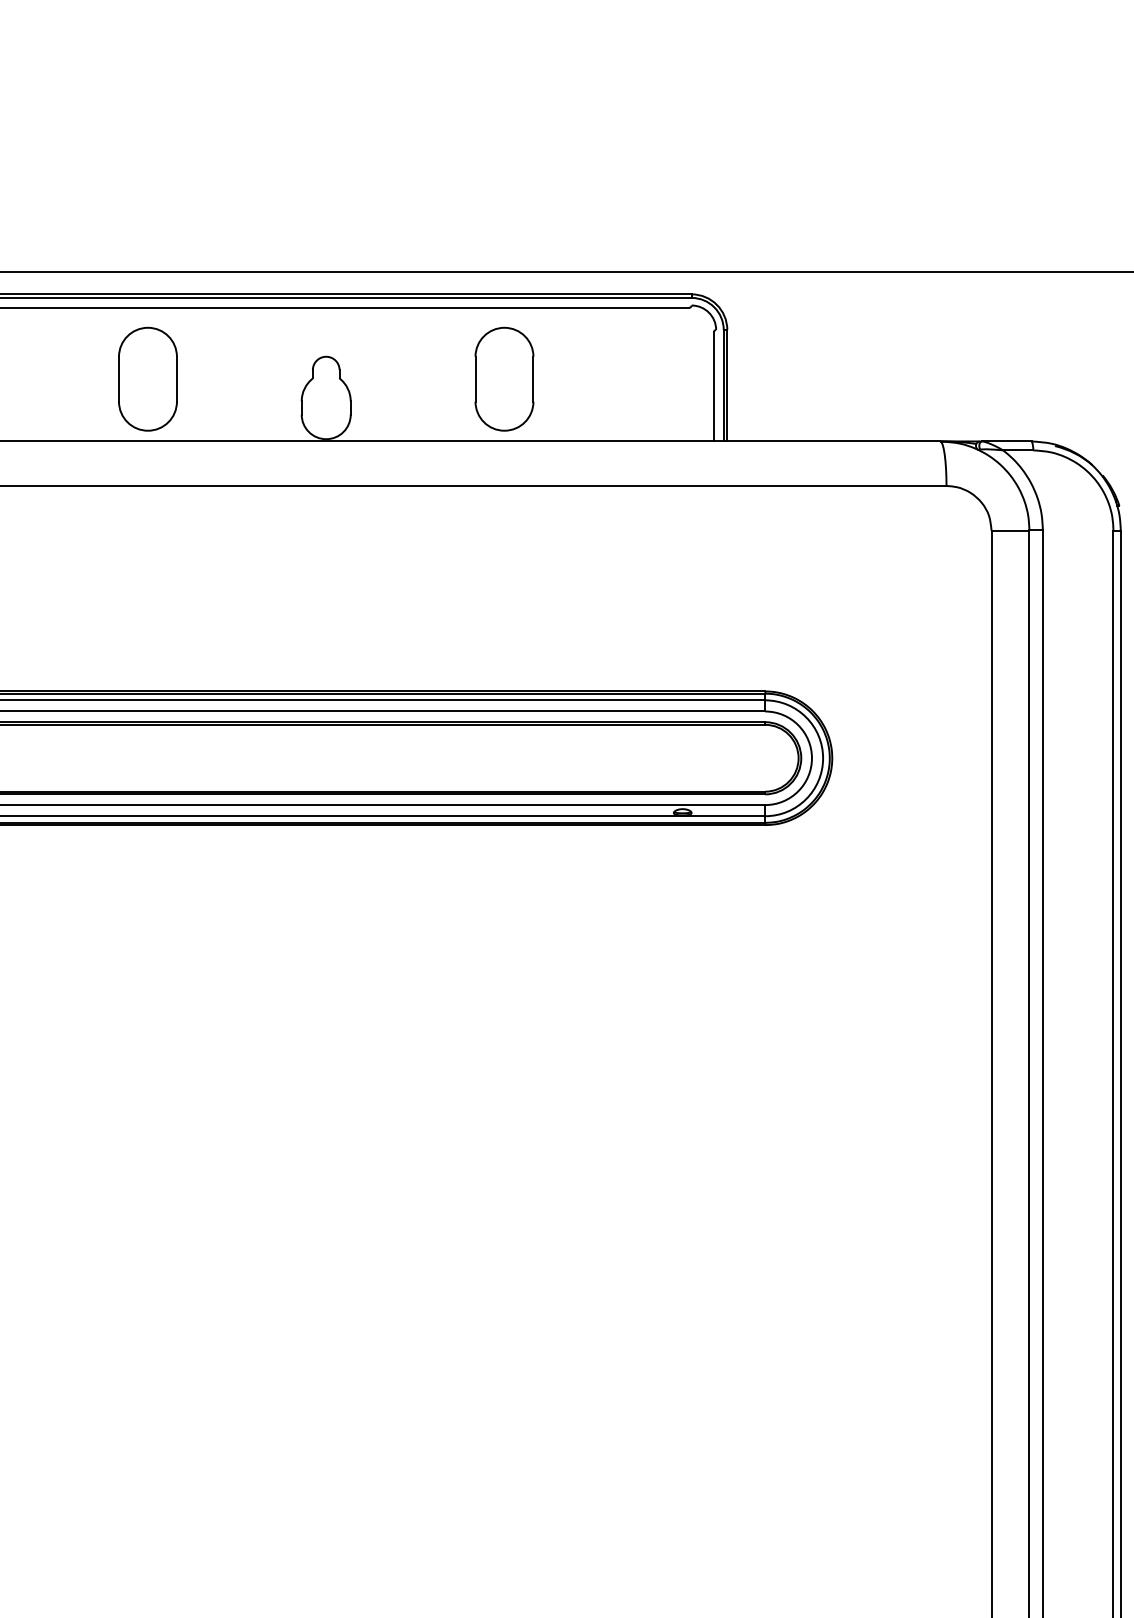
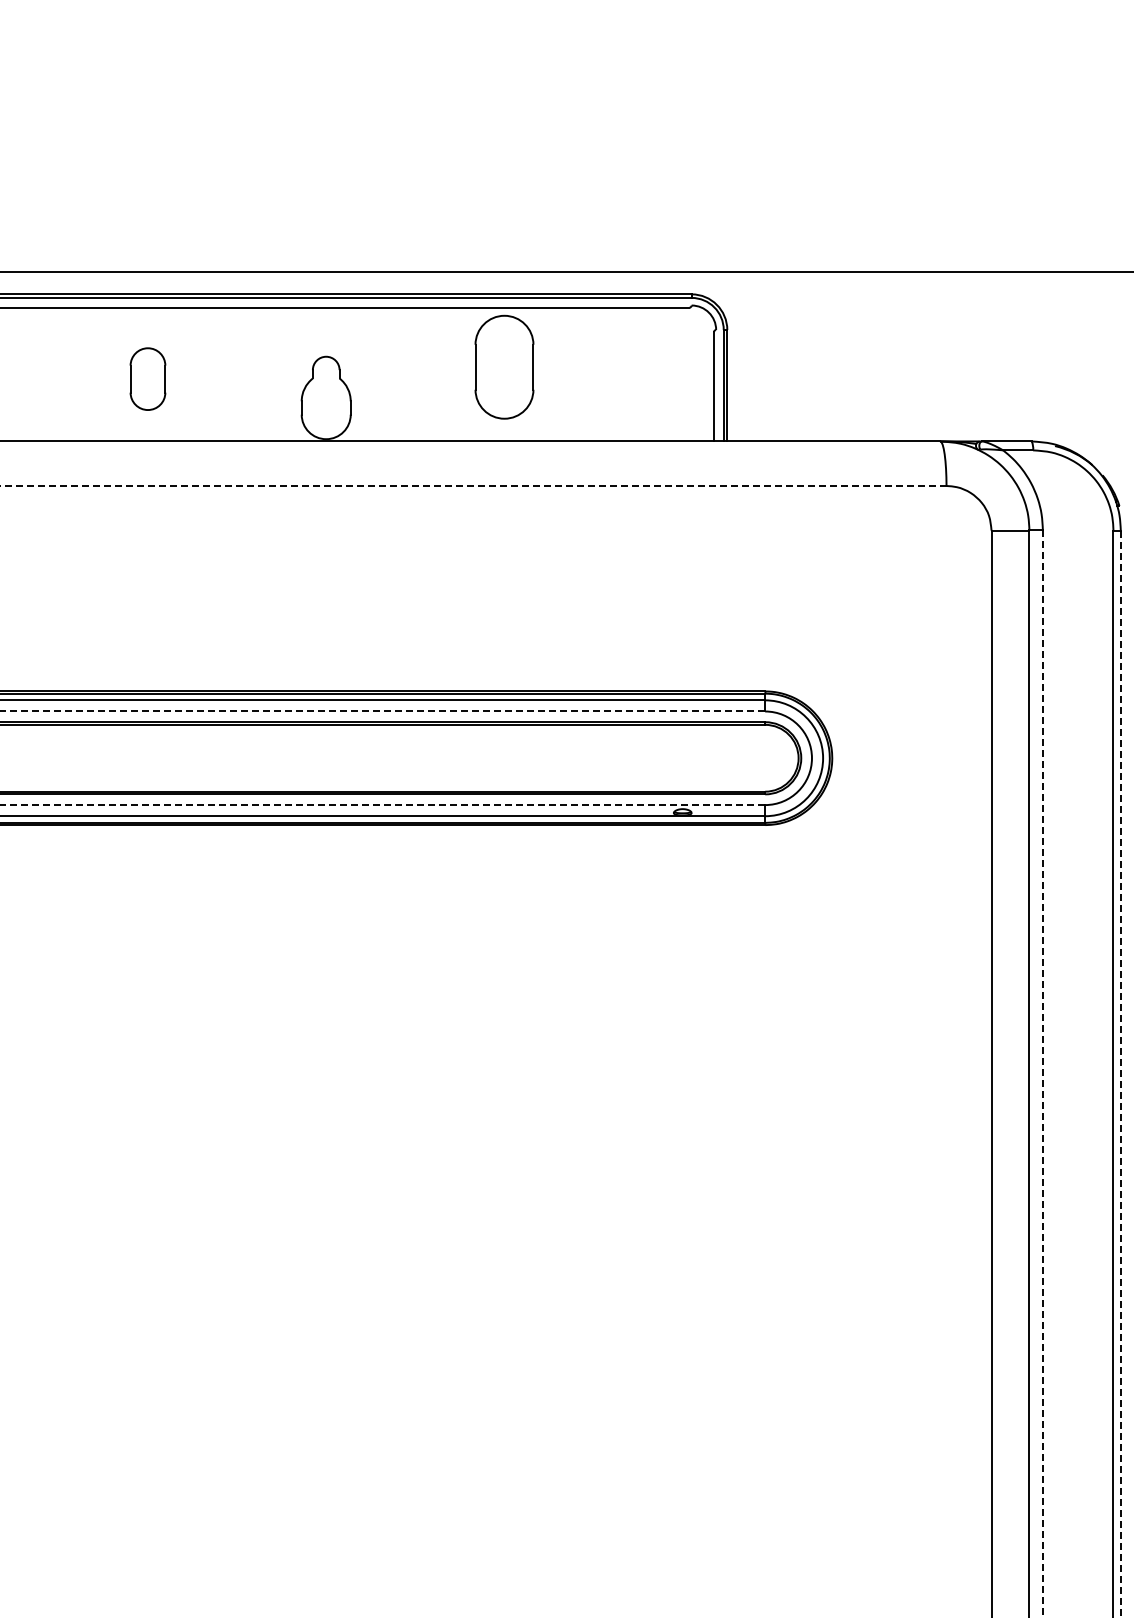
part at (147, 378) size: 60x106 px -> 38x64 px
part at (504, 378) position: (504, 378) -> (504, 366)
line at (473, 486): solid -> dashed
line at (382, 711): solid -> dashed
line at (382, 805): solid -> dashed
line at (1042, 1074): solid -> dashed
line at (1120, 1074): solid -> dashed
